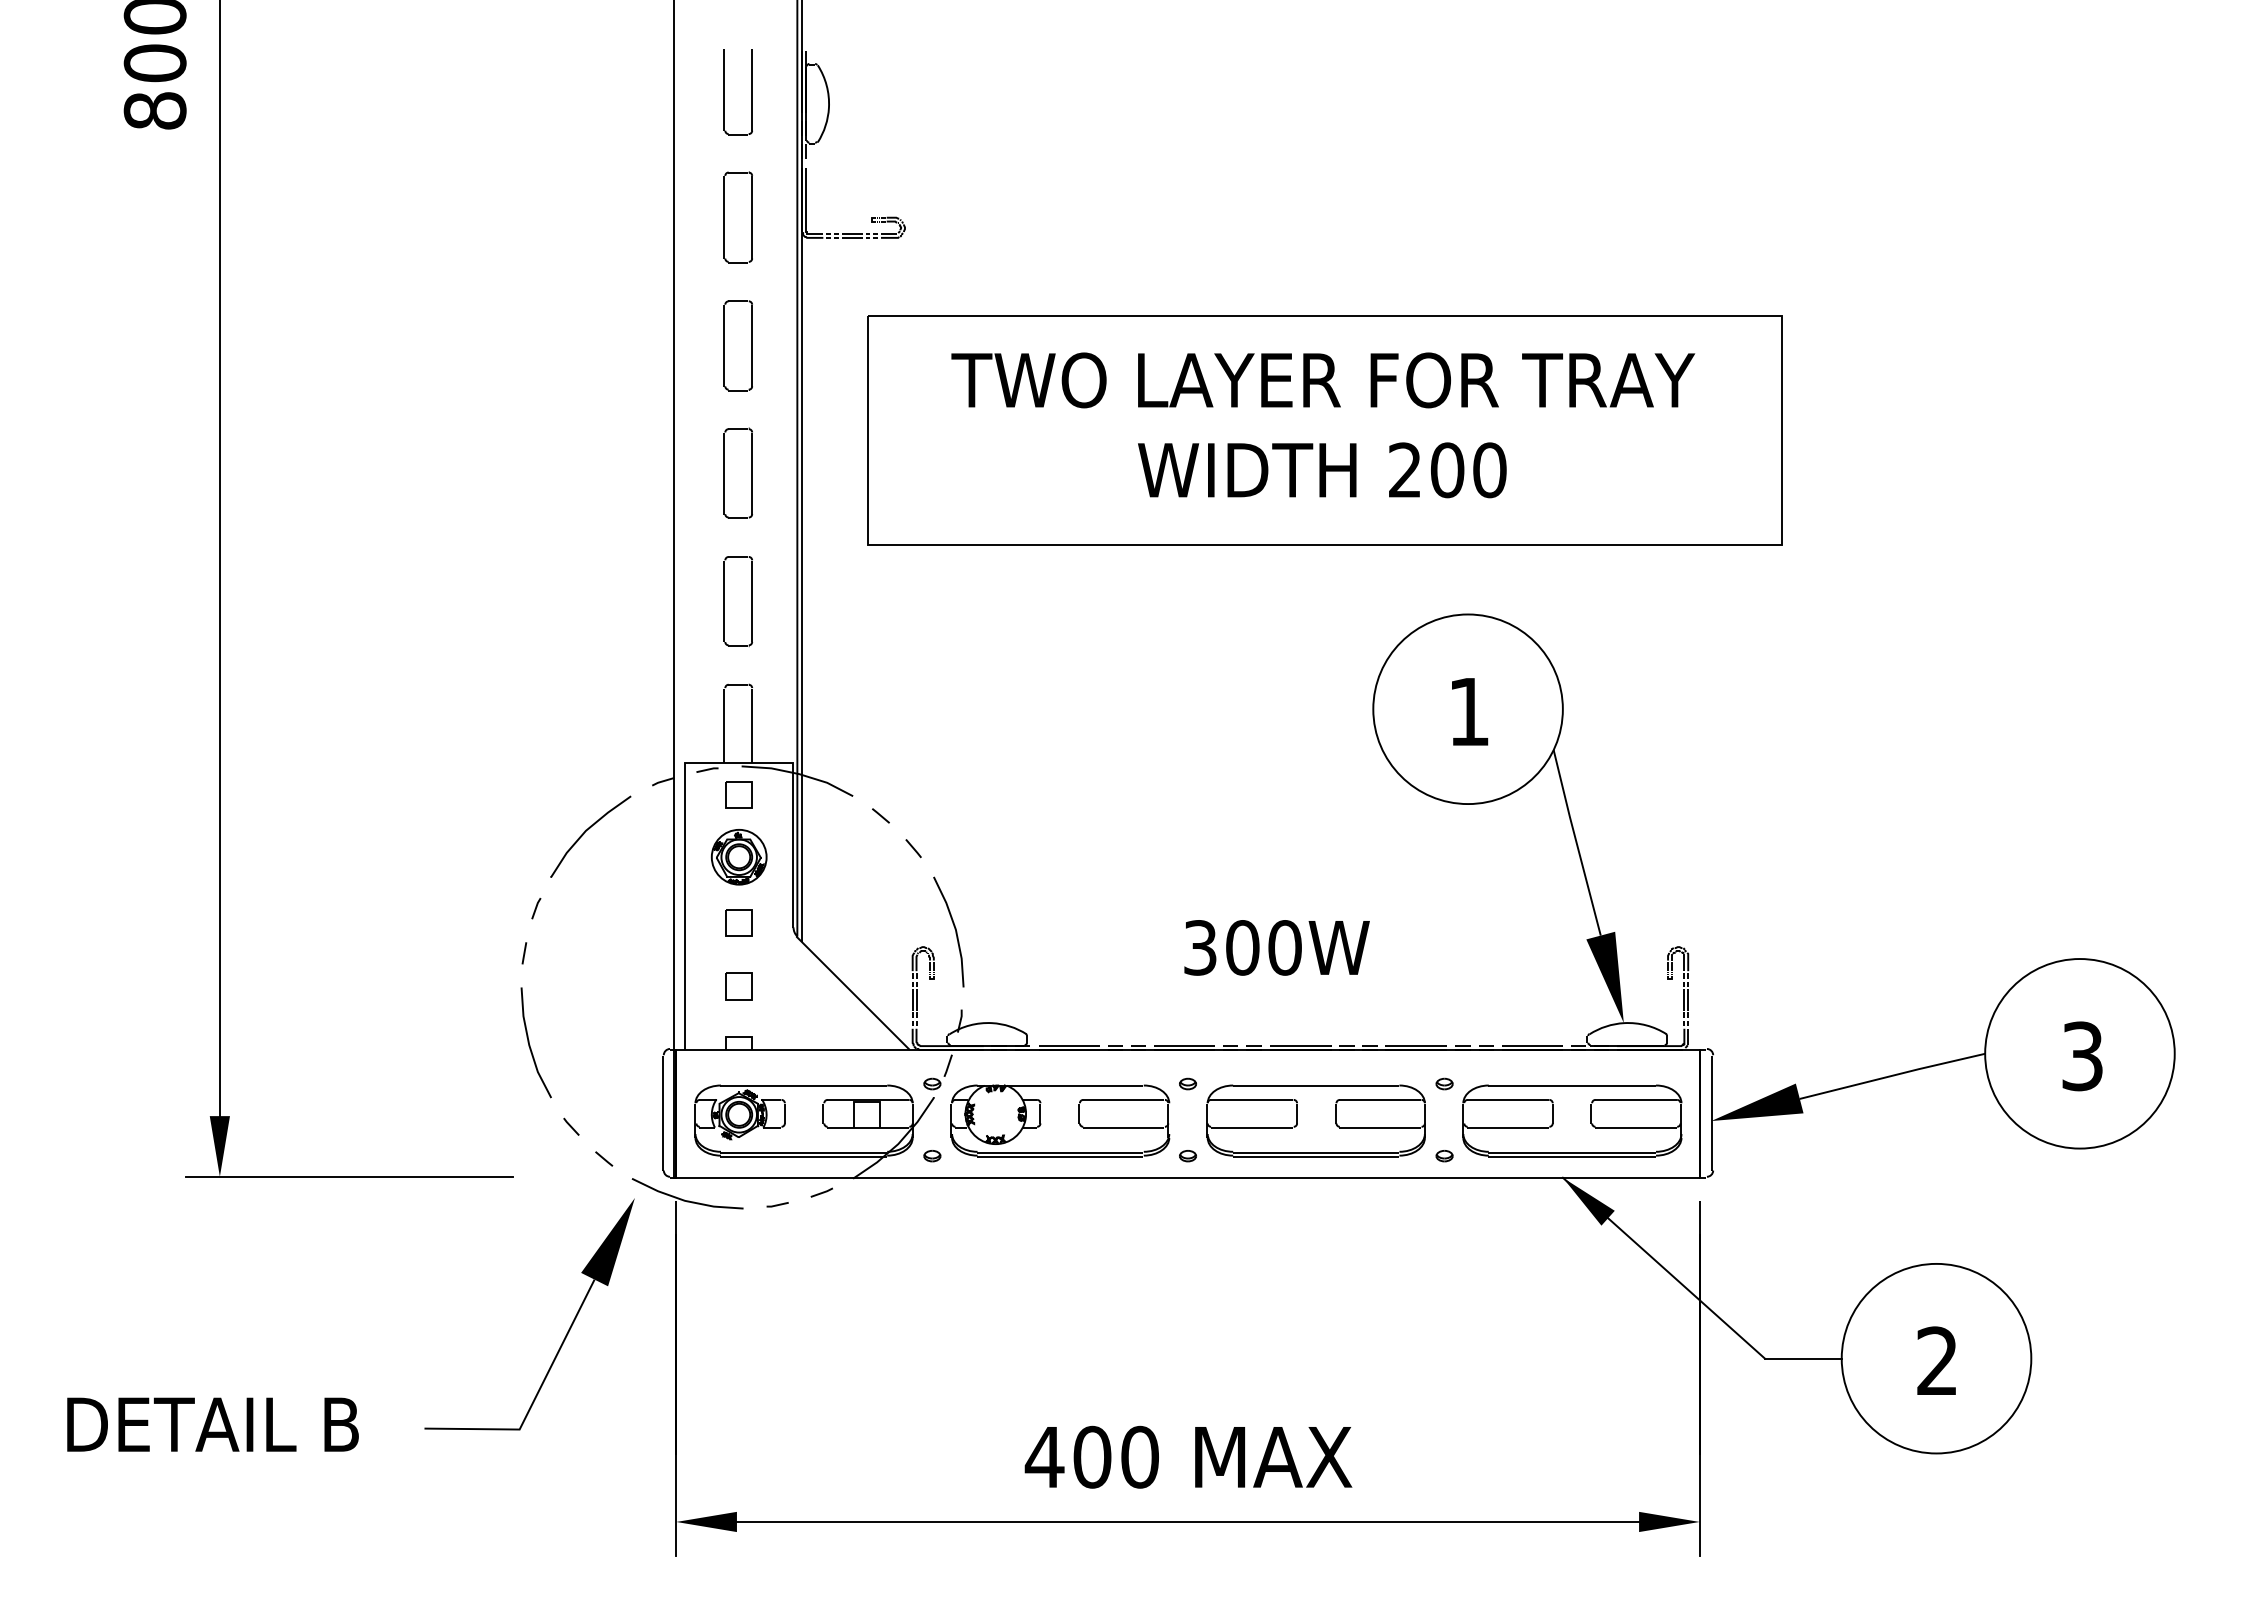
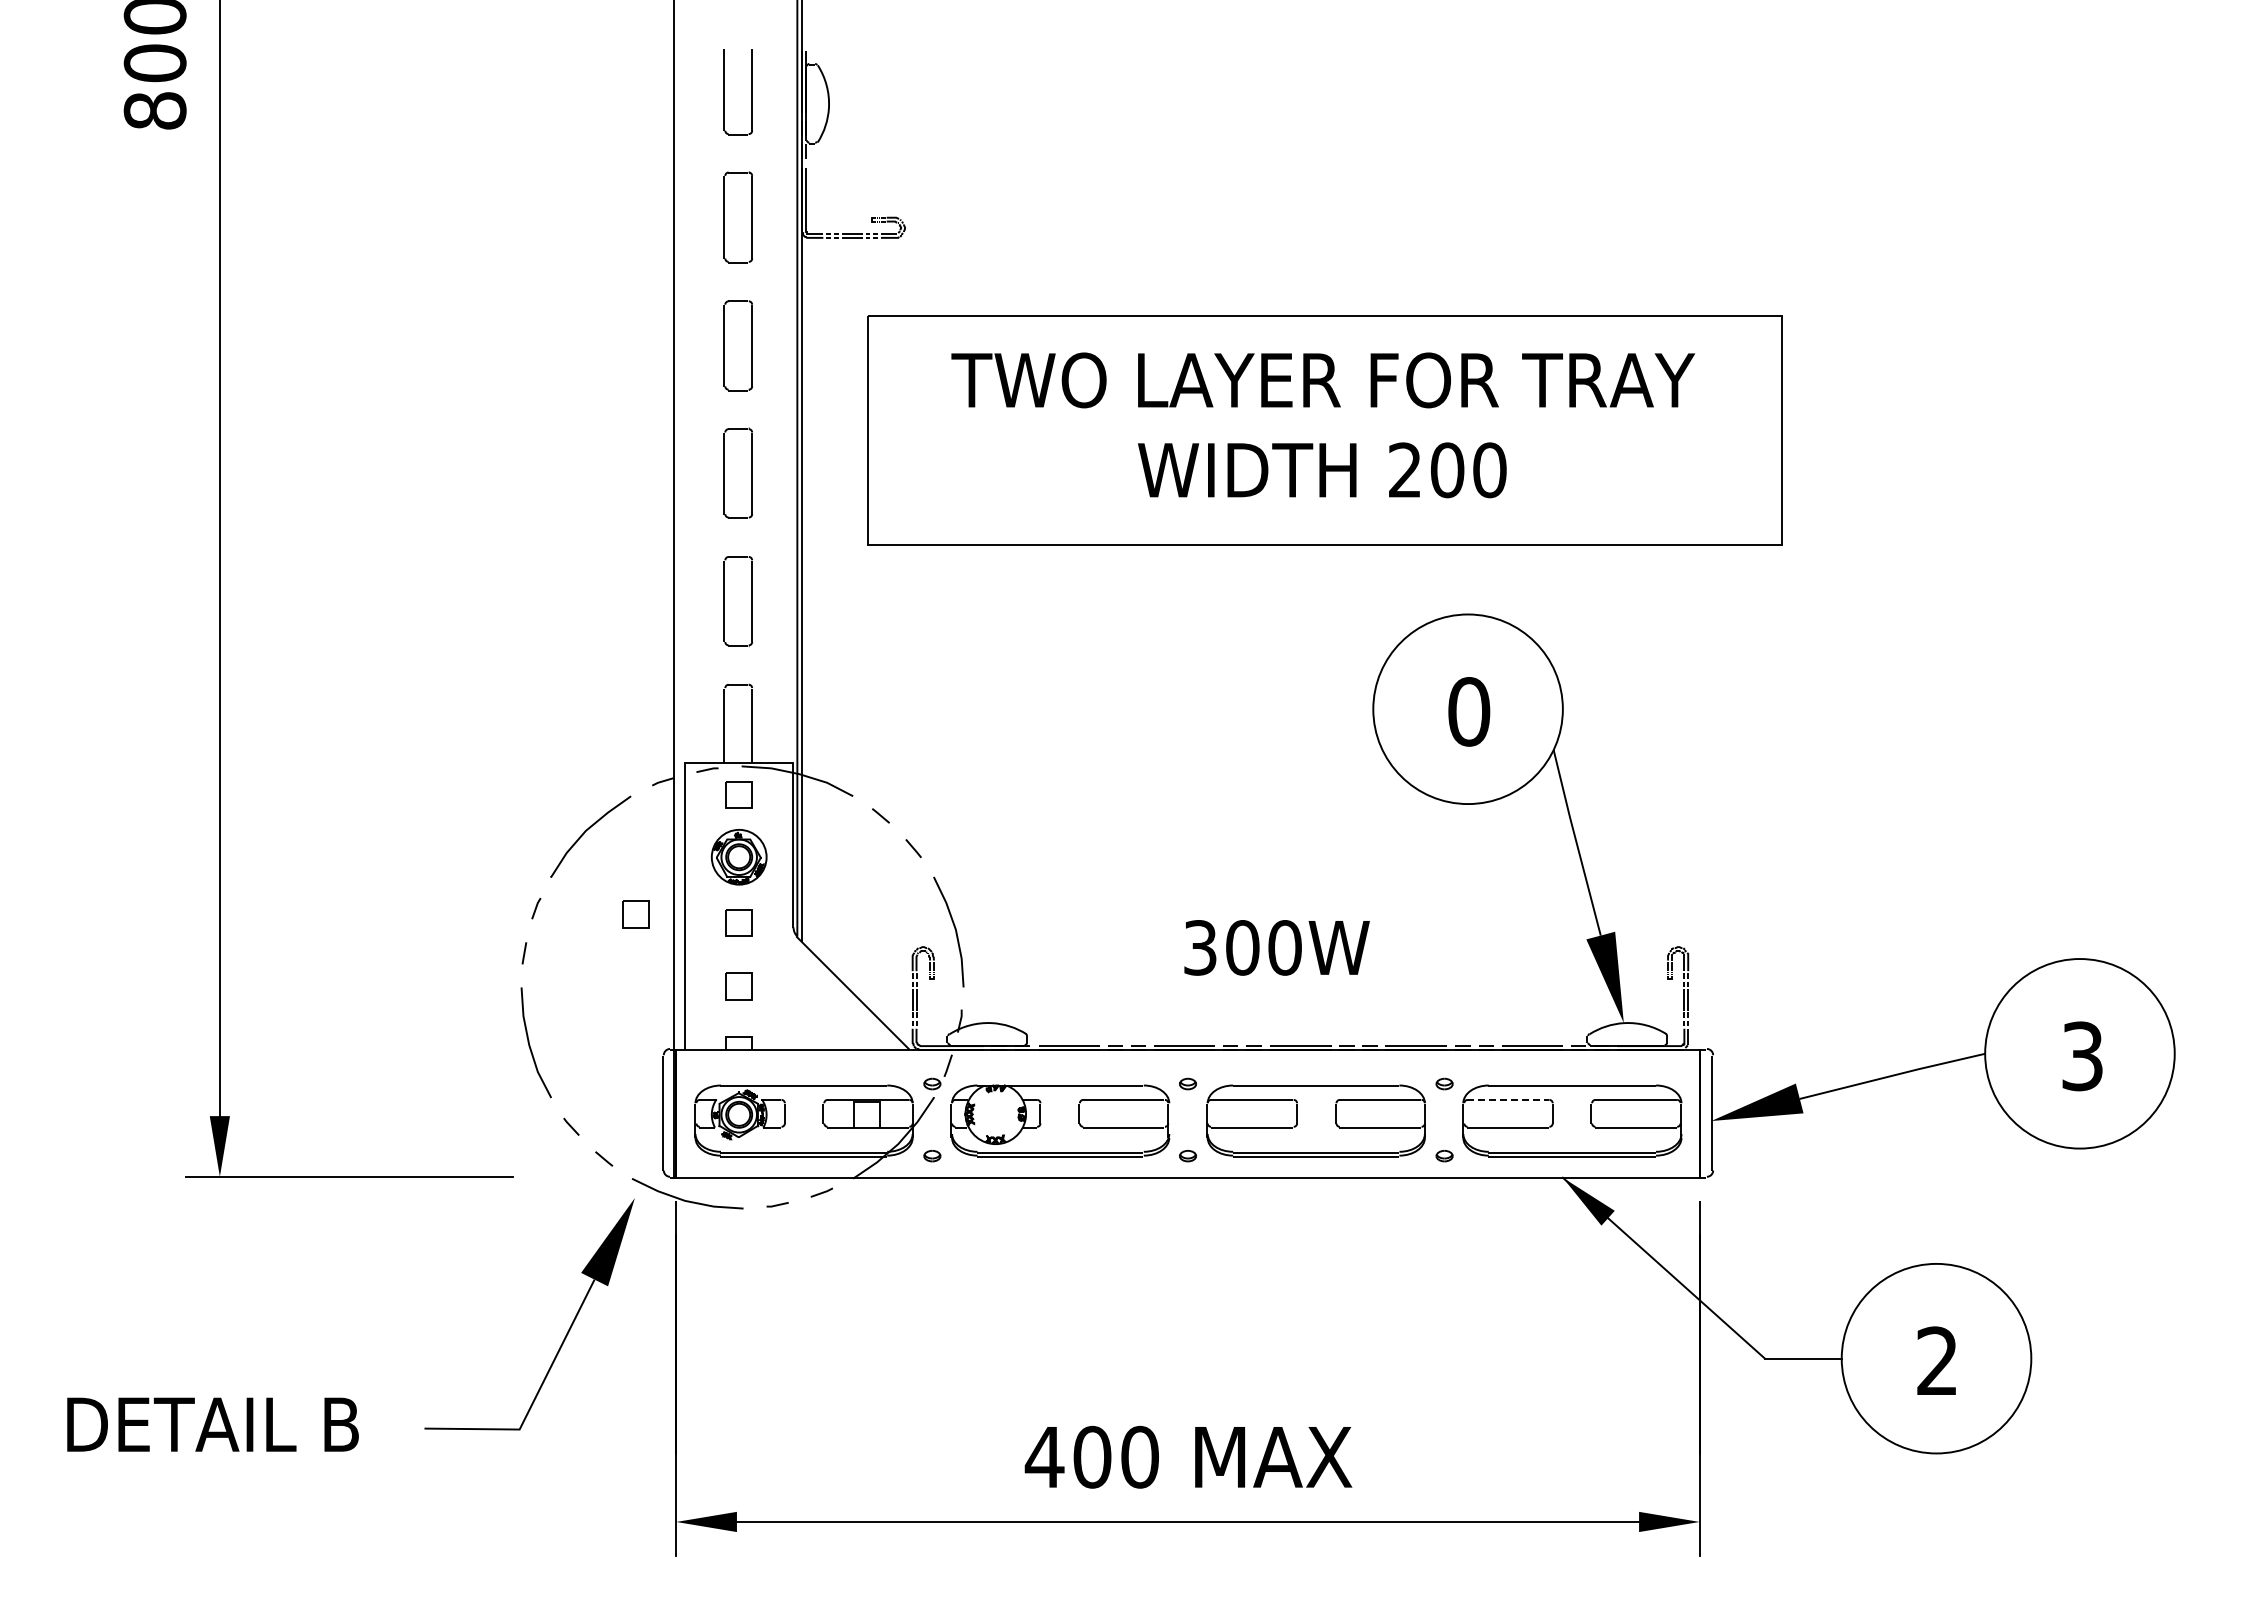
text at (1469, 711): 1 -> 0
part at (635, 914): none -> present
line at (1508, 1099): solid -> dashed
